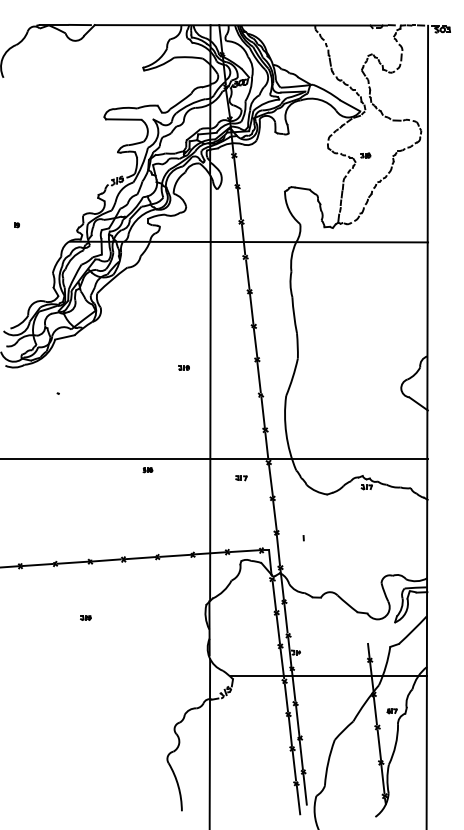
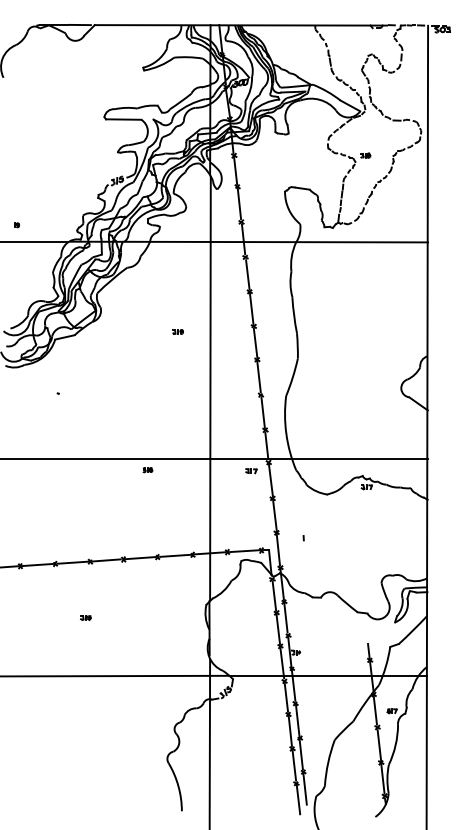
line at (34, 242): none -> present
part at (183, 367) position: (183, 367) -> (177, 331)
part at (241, 478) position: (241, 478) -> (251, 471)
line at (115, 675): none -> present
